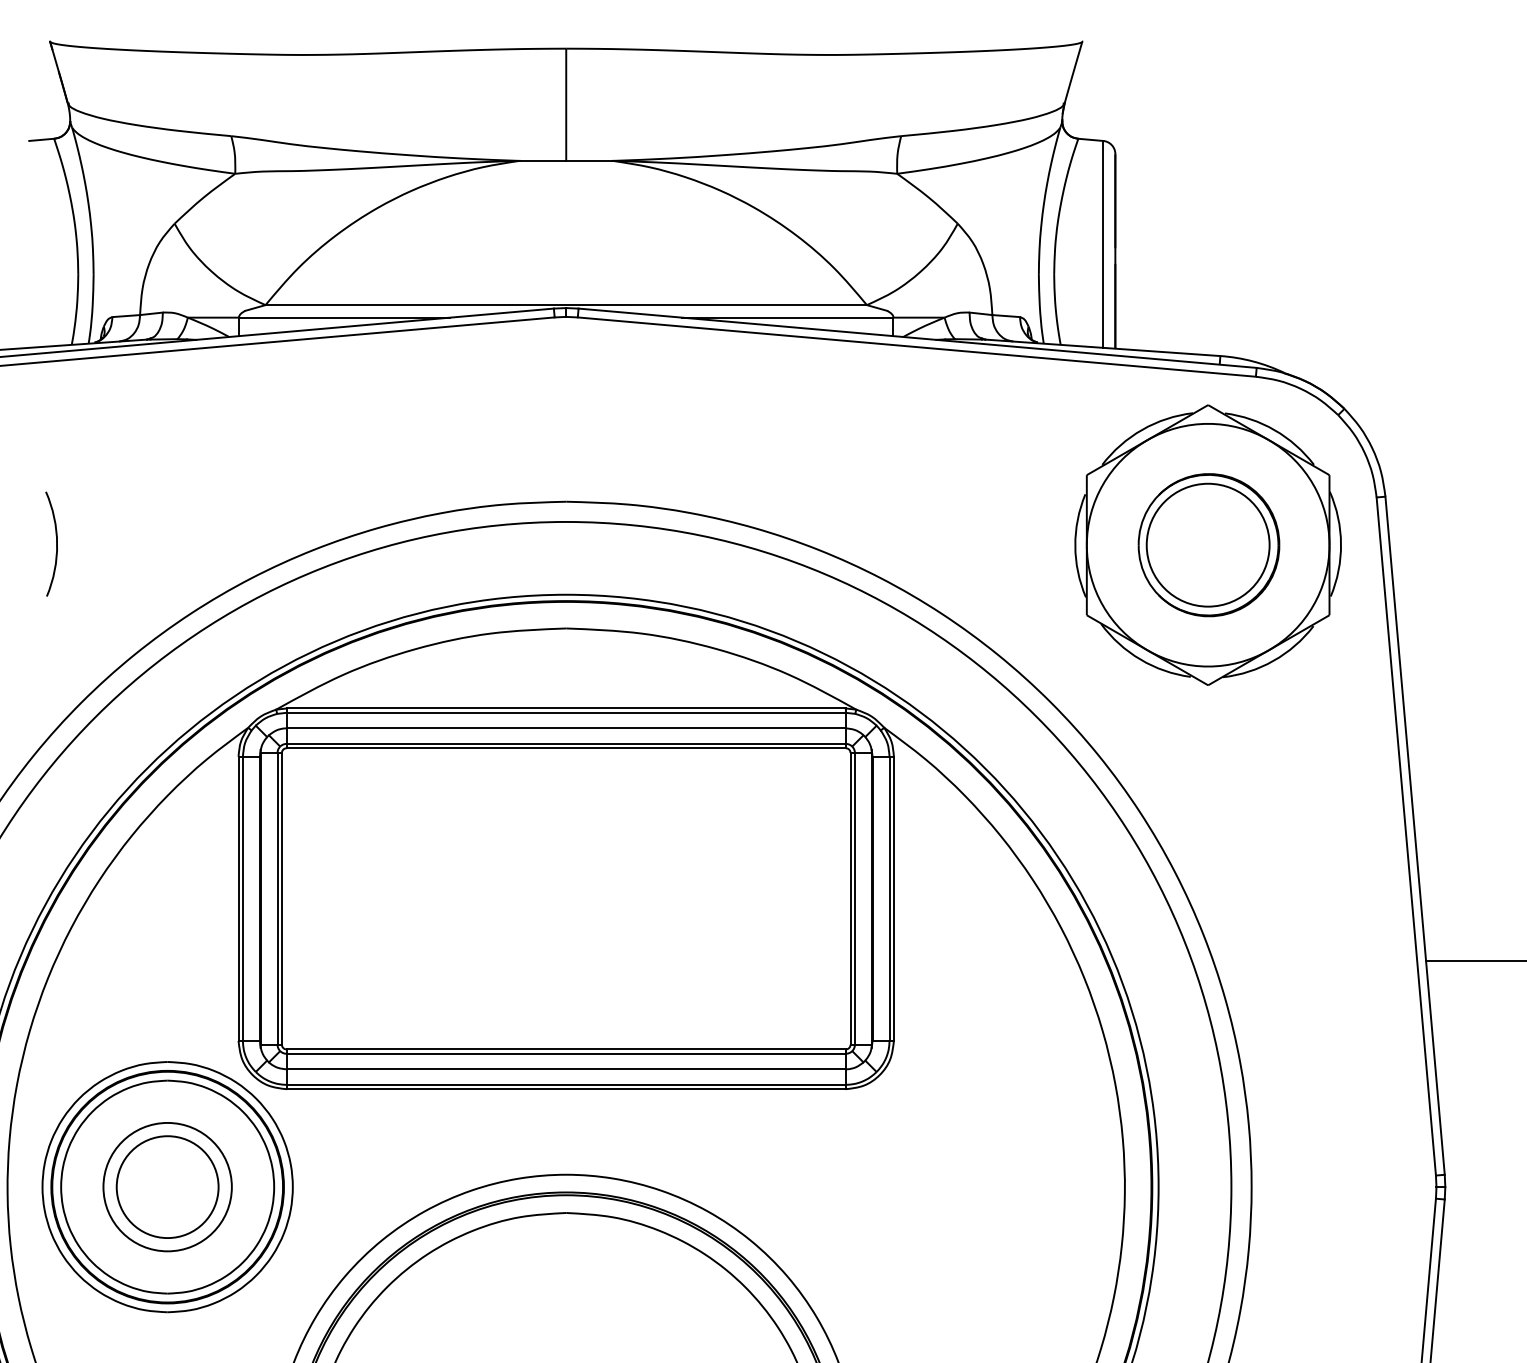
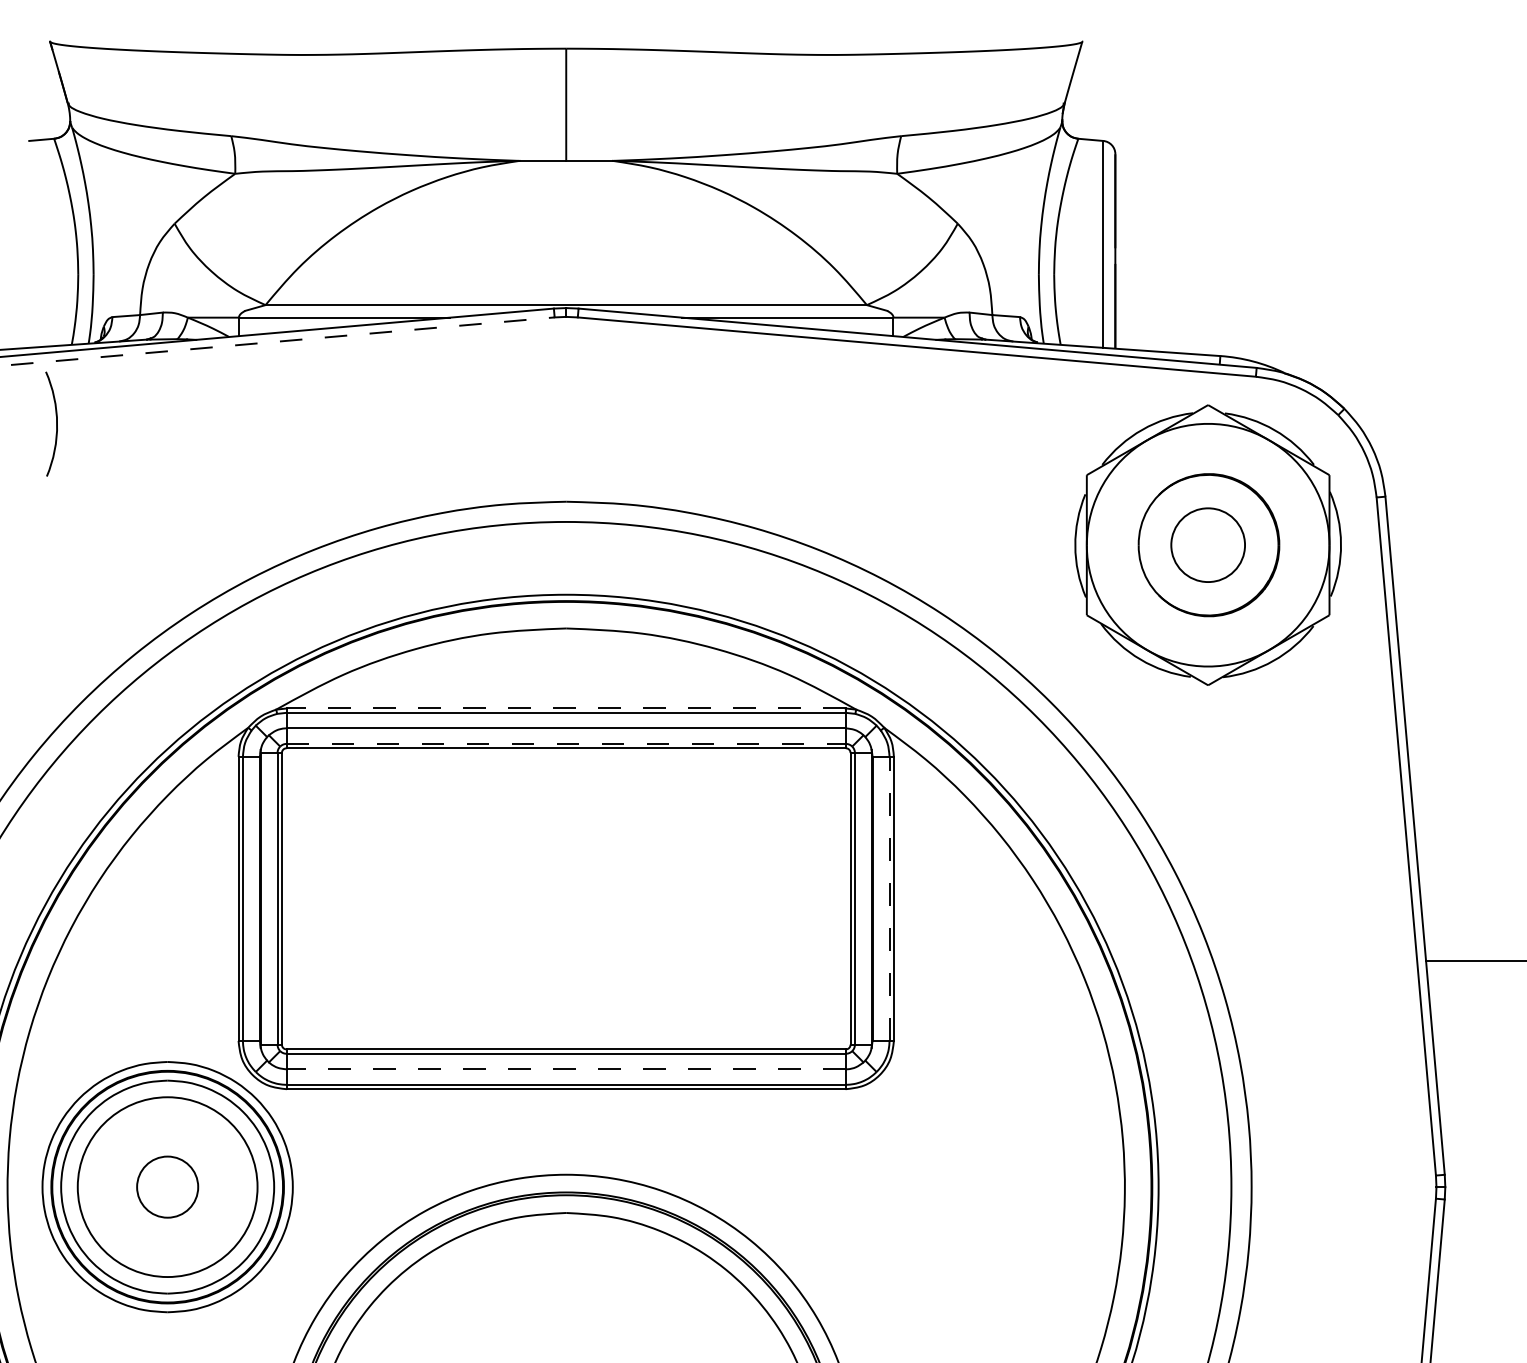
line at (277, 341): solid -> dashed
arc at (56, 543) position: (56, 543) -> (56, 423)
circle at (1207, 544) diameter: 123 px -> 74 px
line at (565, 708): solid -> dashed
line at (566, 743): solid -> dashed
line at (889, 898): solid -> dashed
line at (565, 1069): solid -> dashed
circle at (167, 1186) diameter: 128 px -> 180 px
circle at (167, 1187) diameter: 102 px -> 61 px
